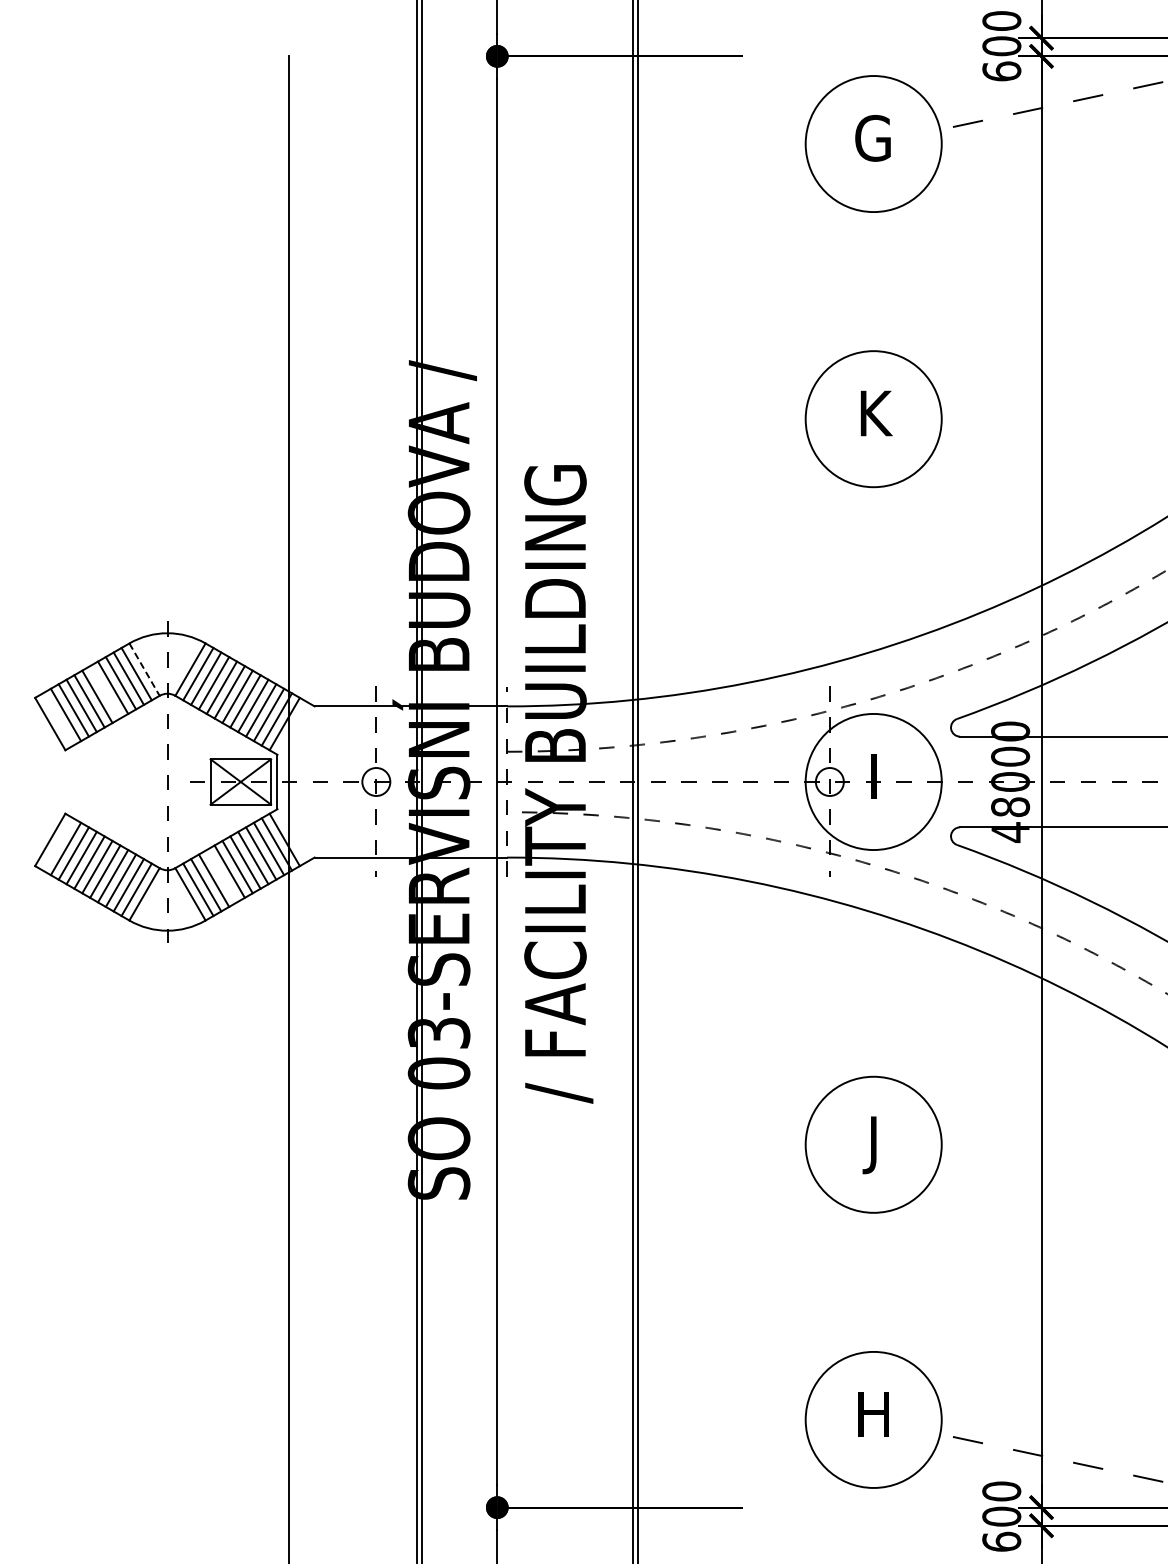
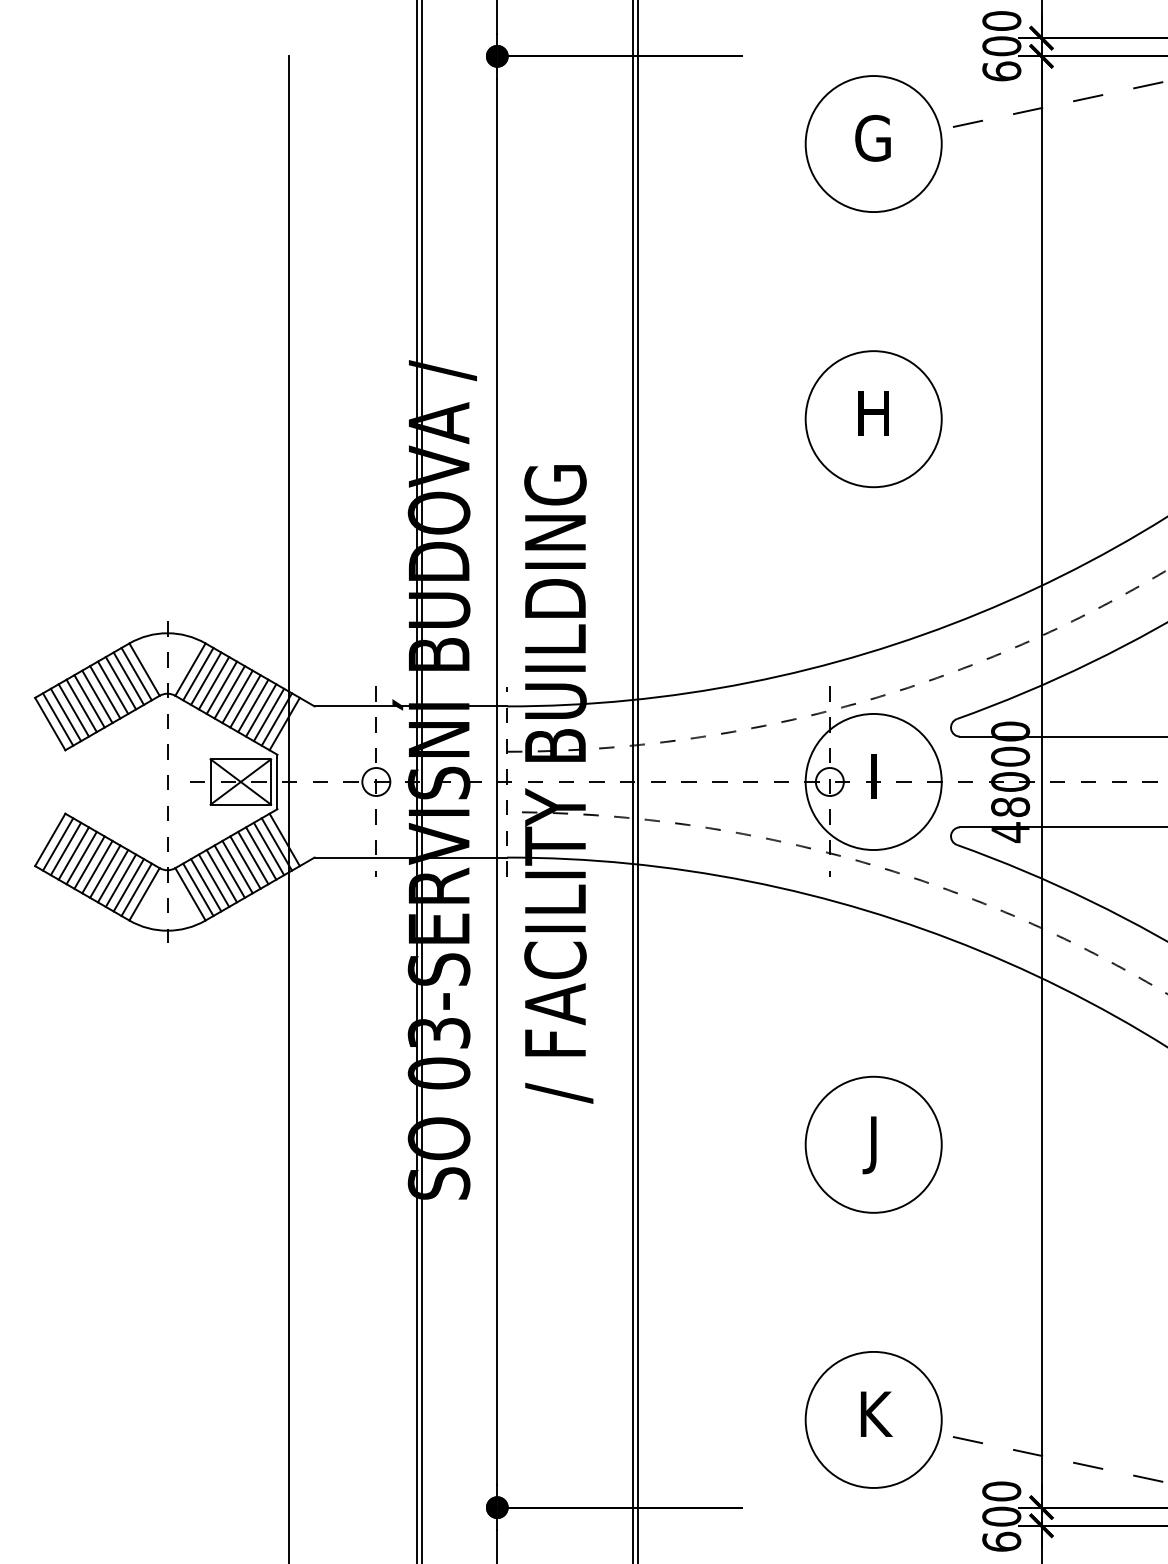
text at (875, 413): K -> H
line at (144, 670): dashed -> solid
line at (105, 692): none -> present
line at (58, 719): none -> present
line at (58, 844): none -> present
line at (221, 876): none -> present
text at (875, 1413): H -> K
